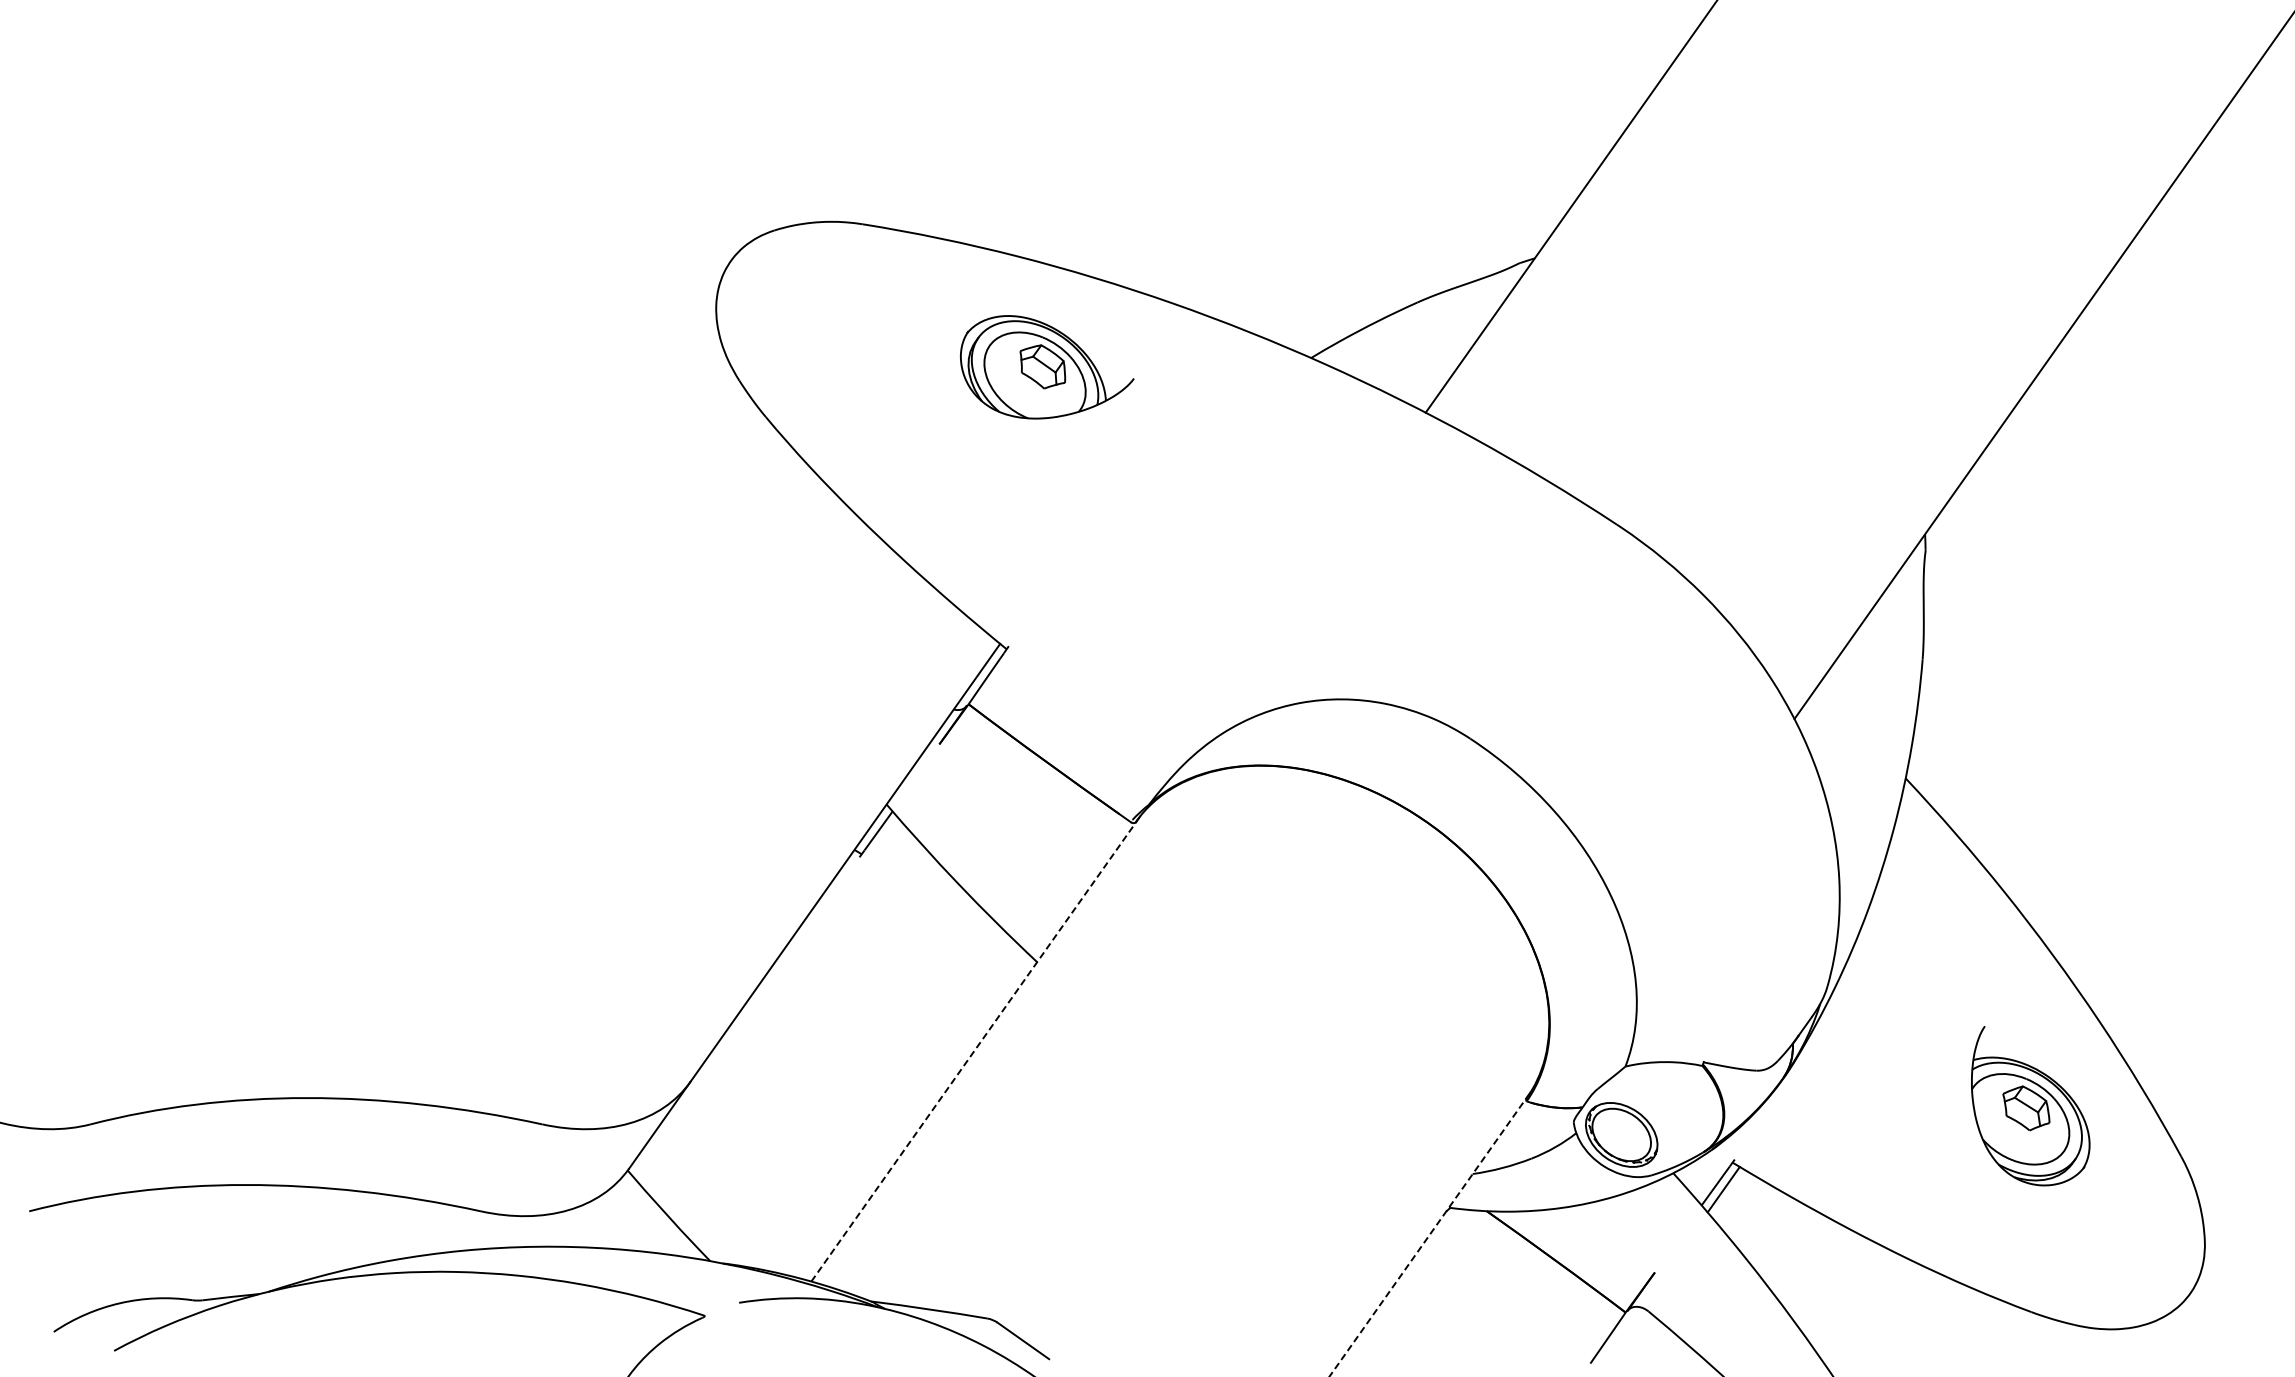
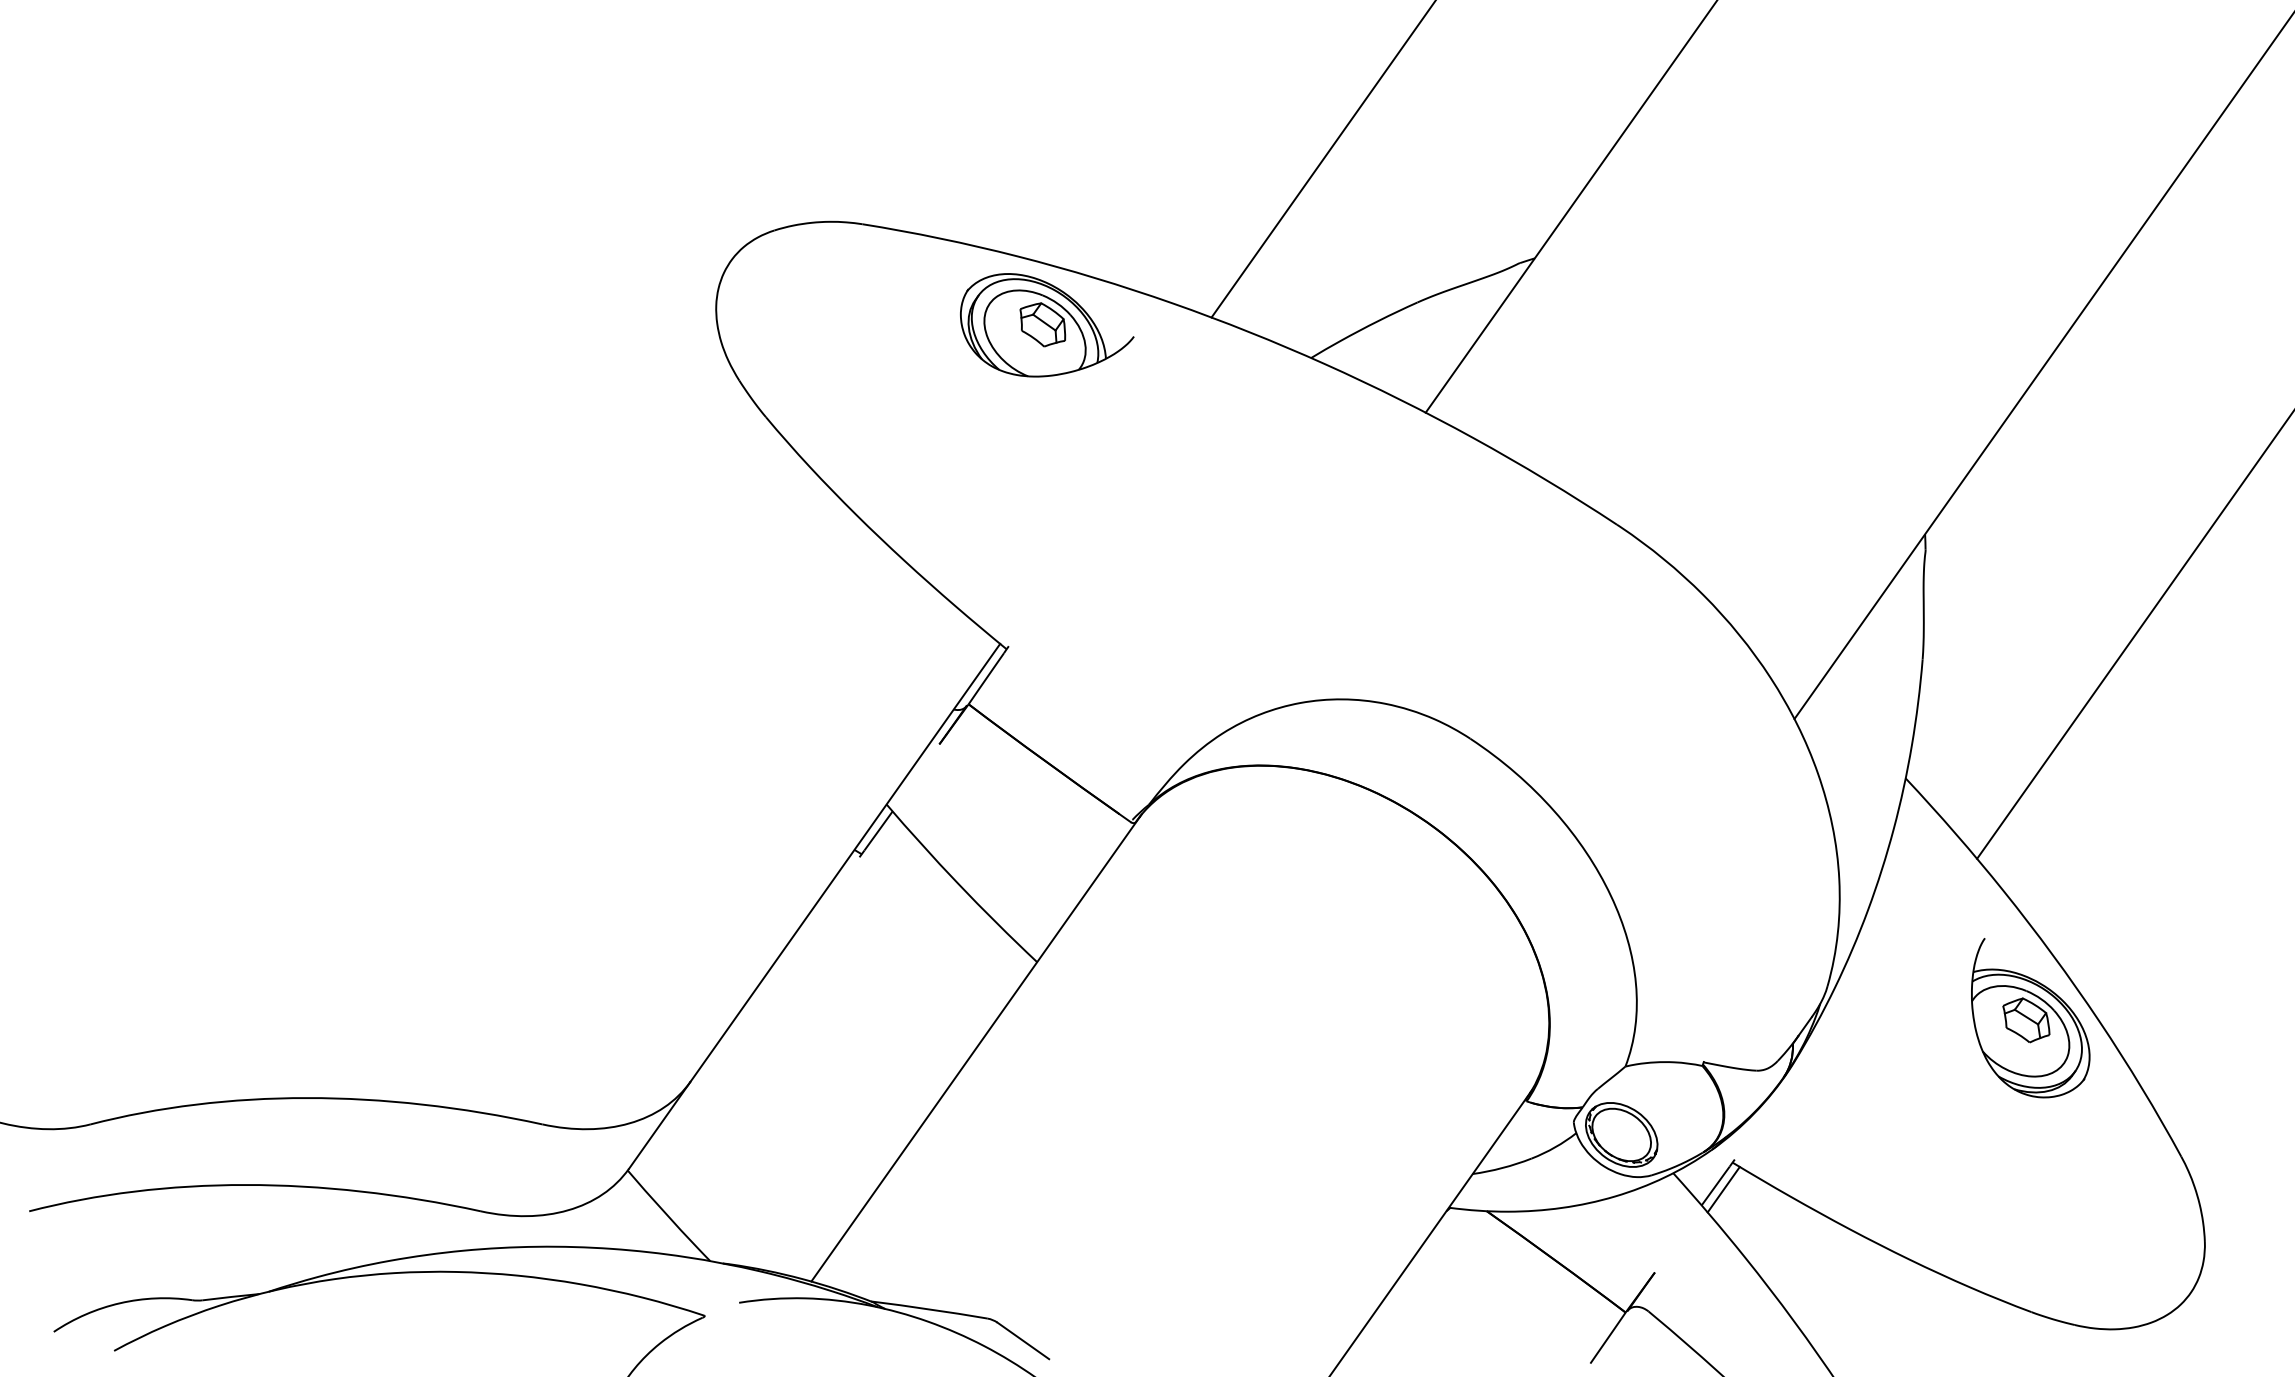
line at (1322, 159): none -> present
part at (1047, 367) position: (1047, 367) -> (1047, 325)
line at (2134, 635): none -> present
line at (976, 1048): dashed -> solid
part at (2030, 1106) position: (2030, 1106) -> (2030, 1018)
line at (1430, 1233): dashed -> solid
